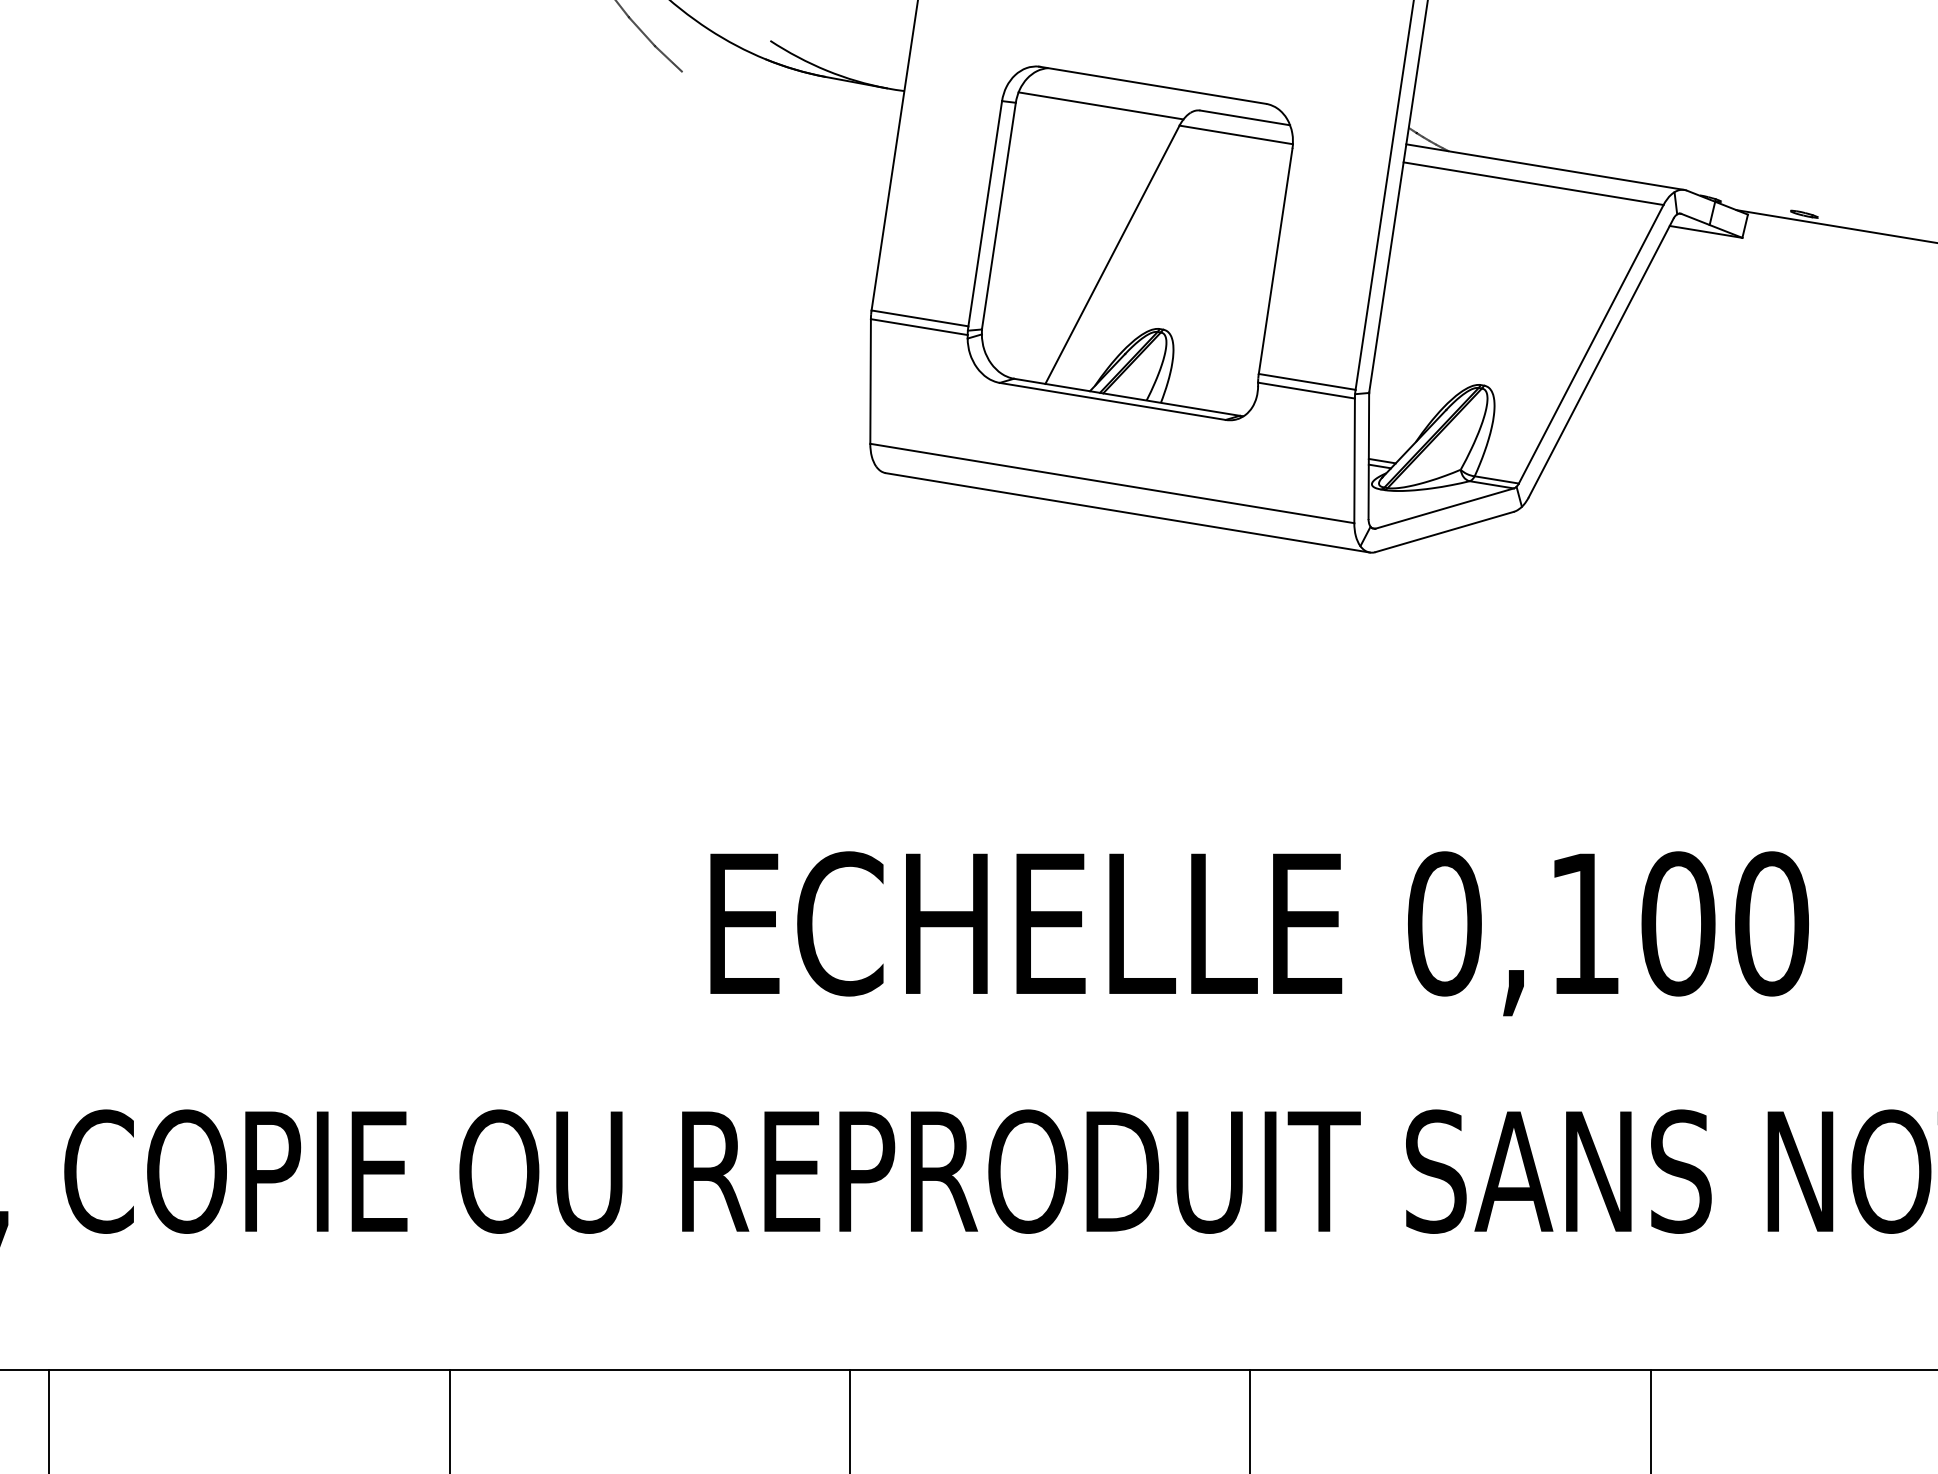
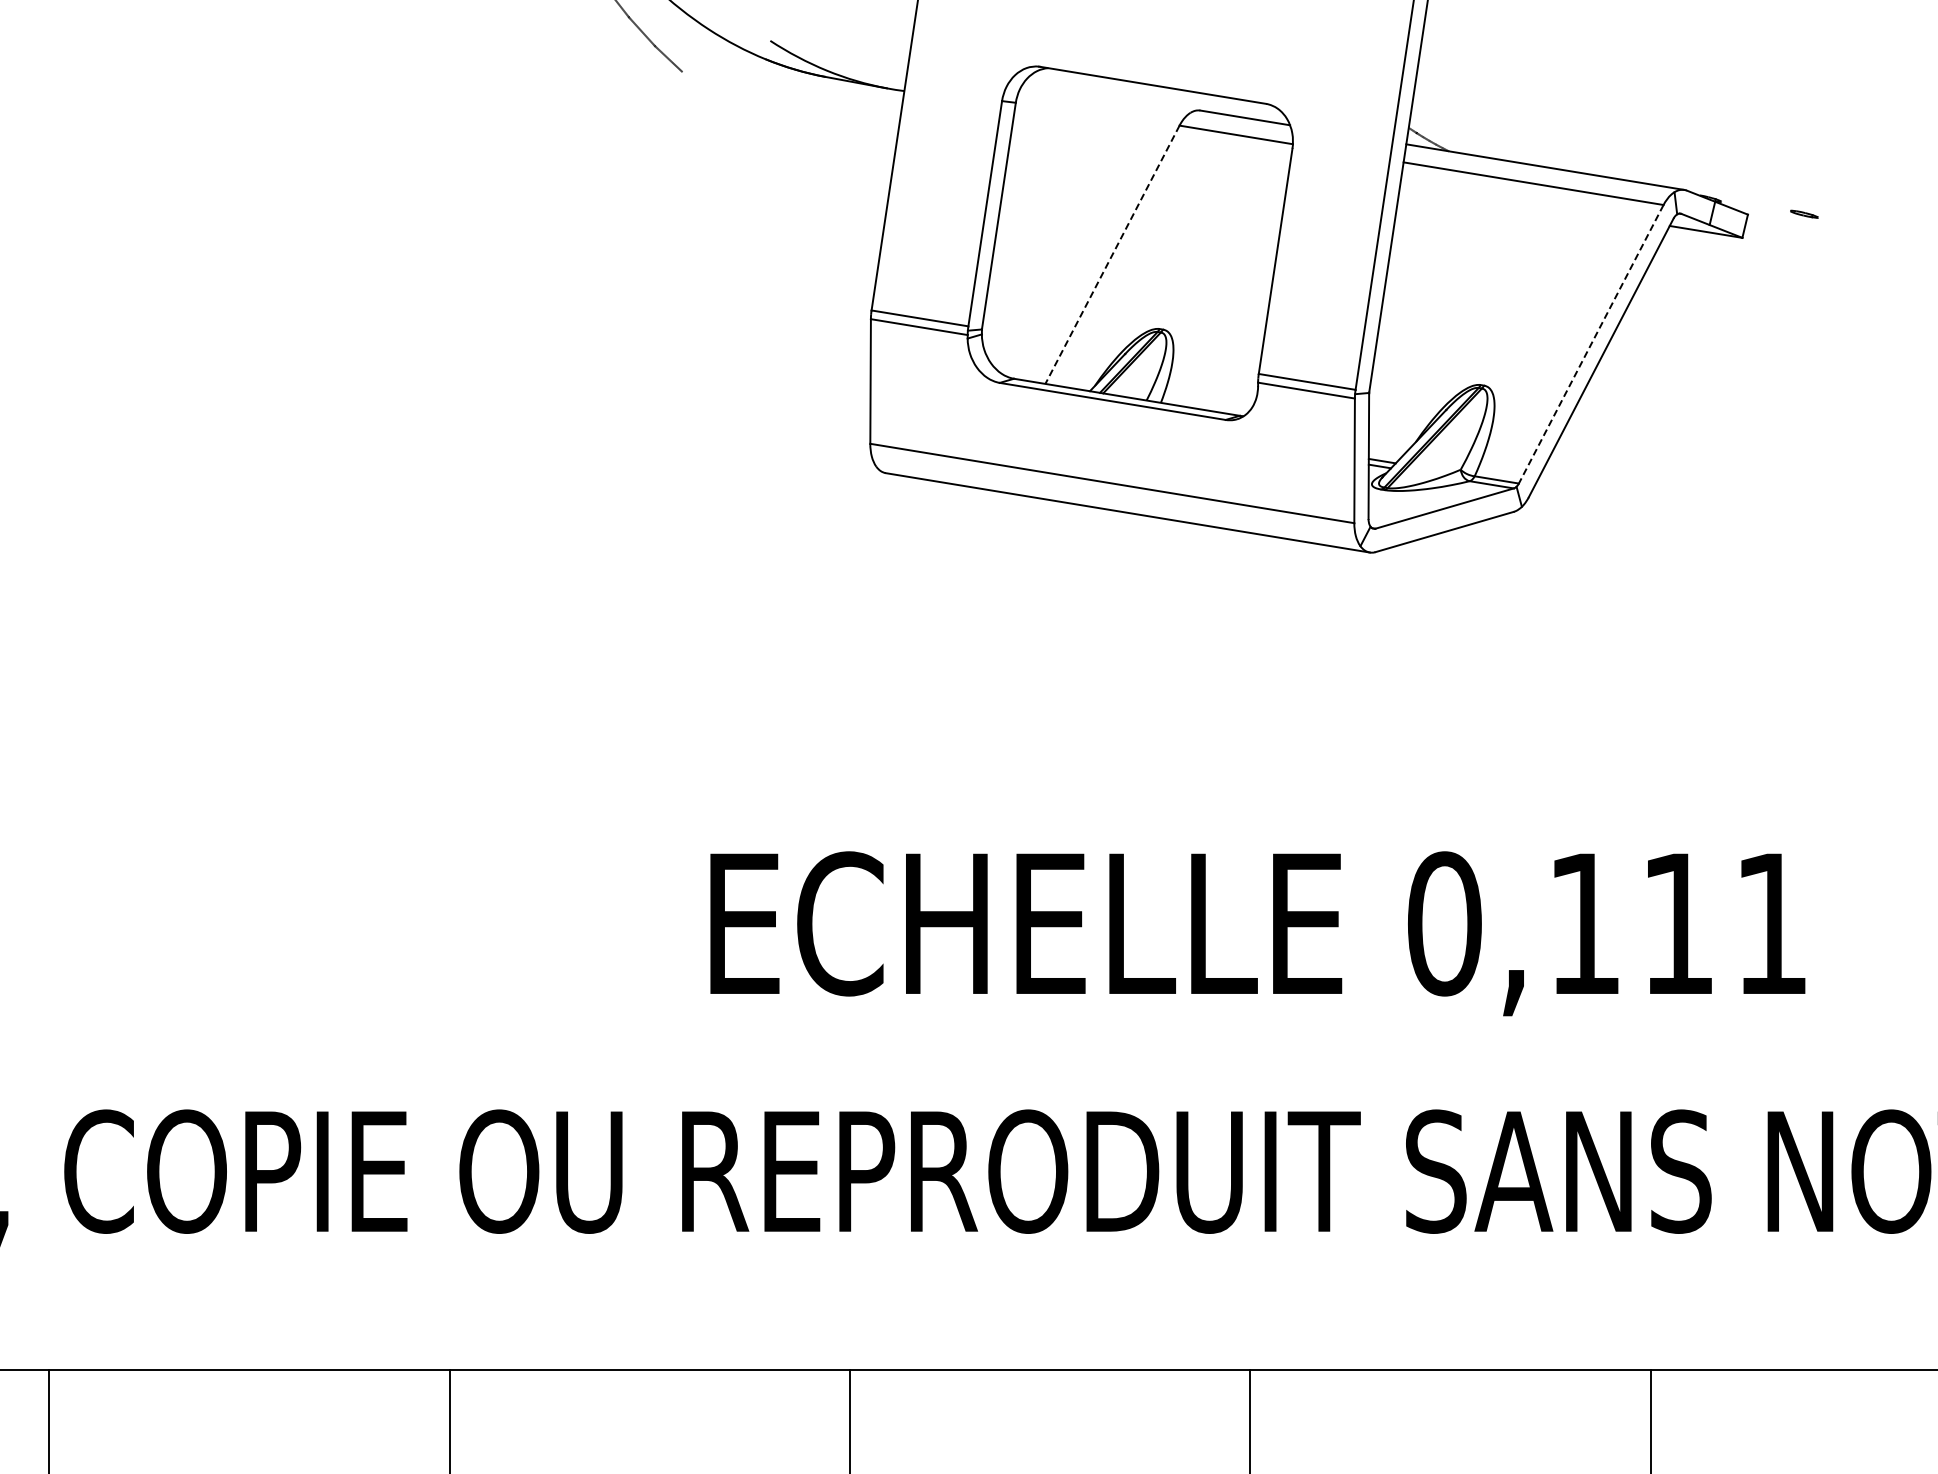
line at (1100, 105): present -> none
line at (1835, 226): present -> none
line at (1112, 254): solid -> dashed
line at (1591, 344): solid -> dashed
text at (1724, 923): 0,100 -> 0,111
